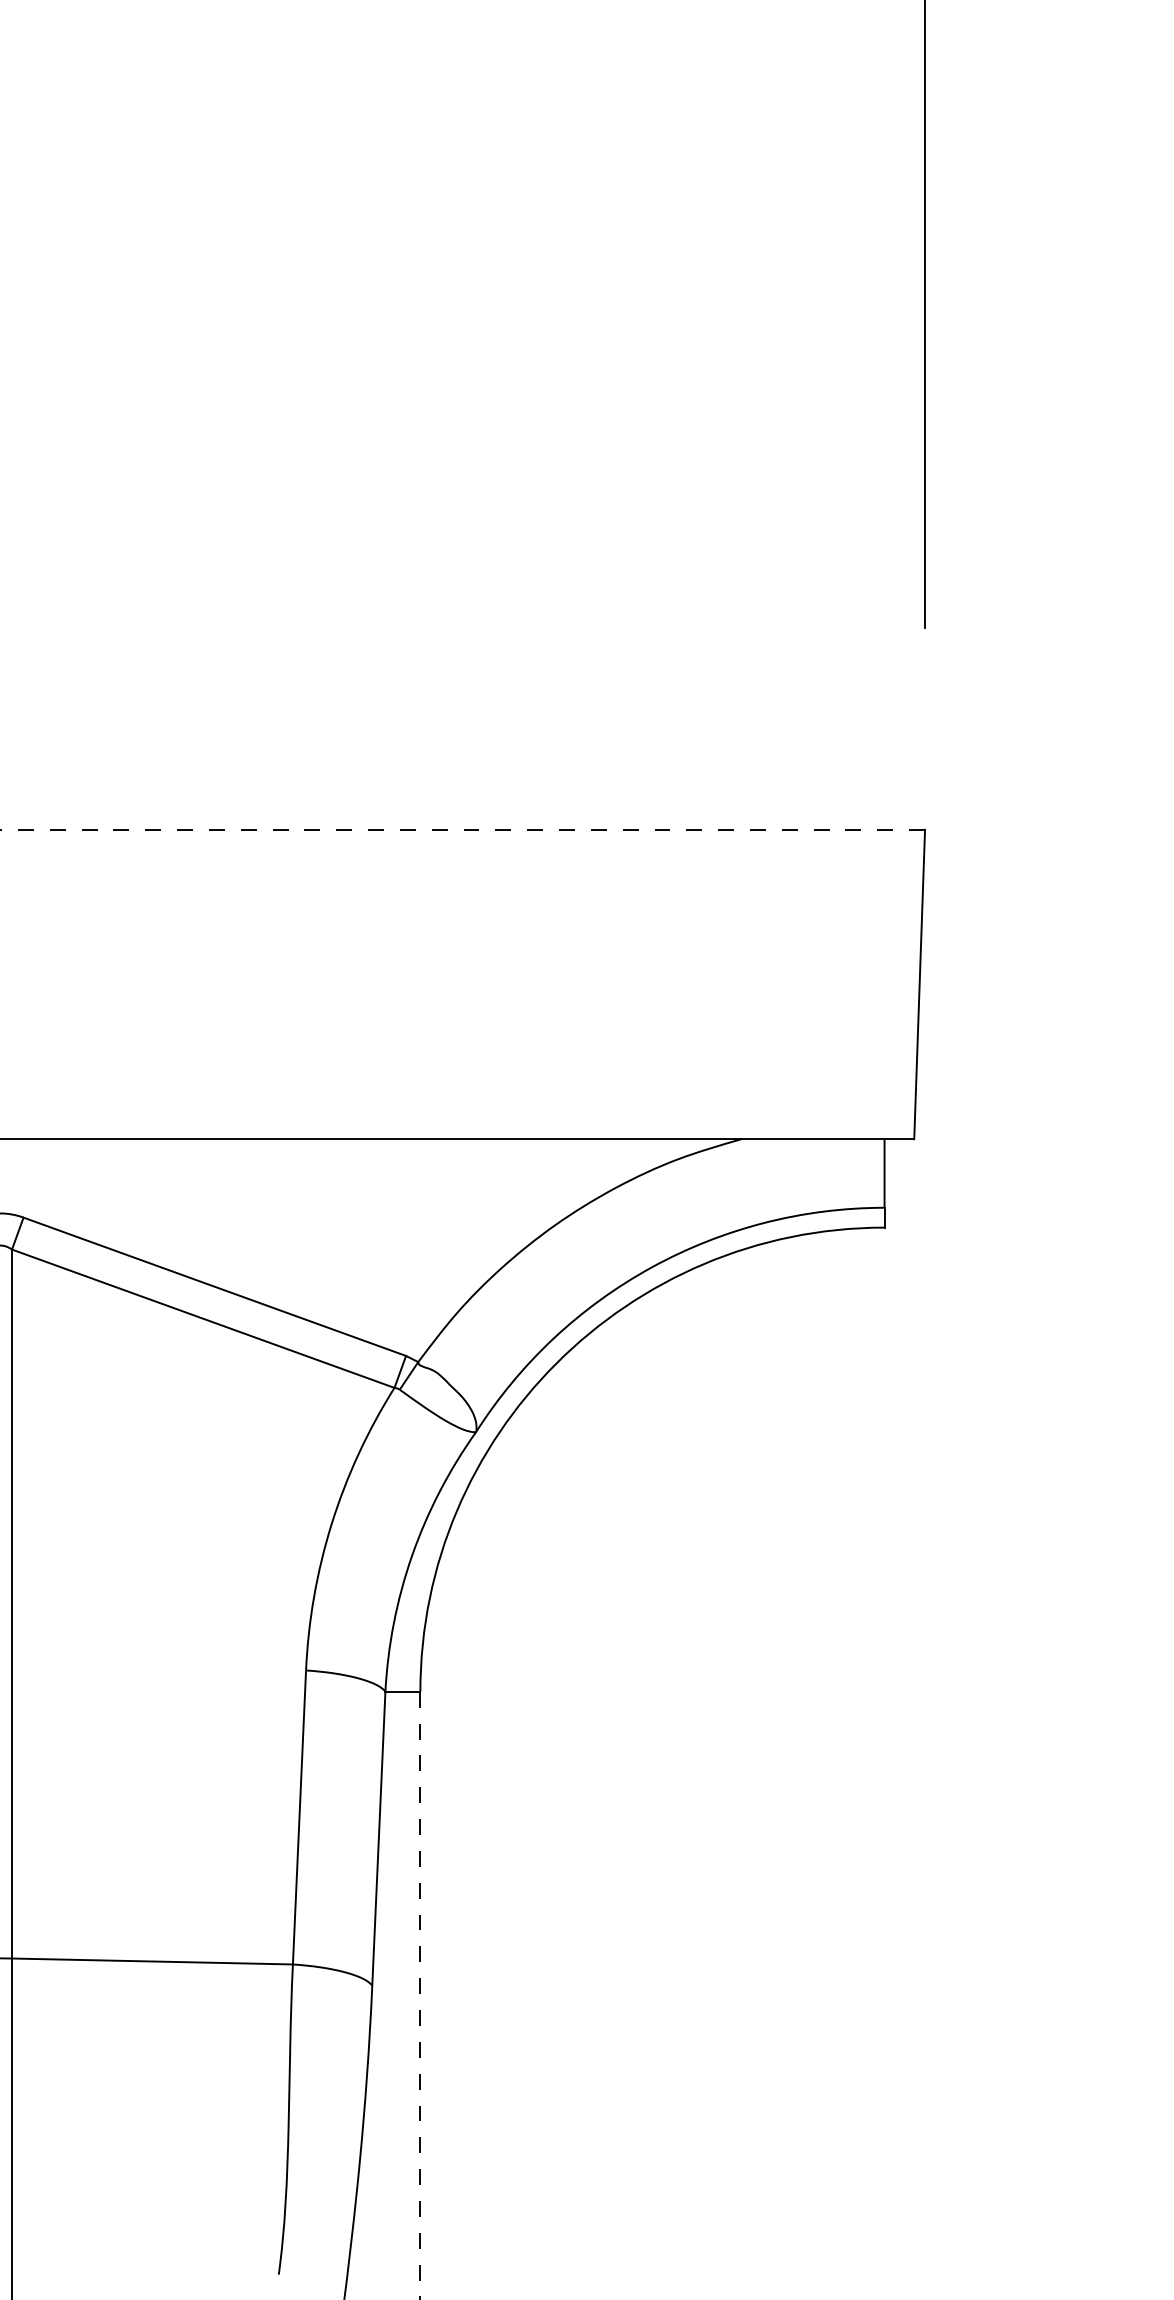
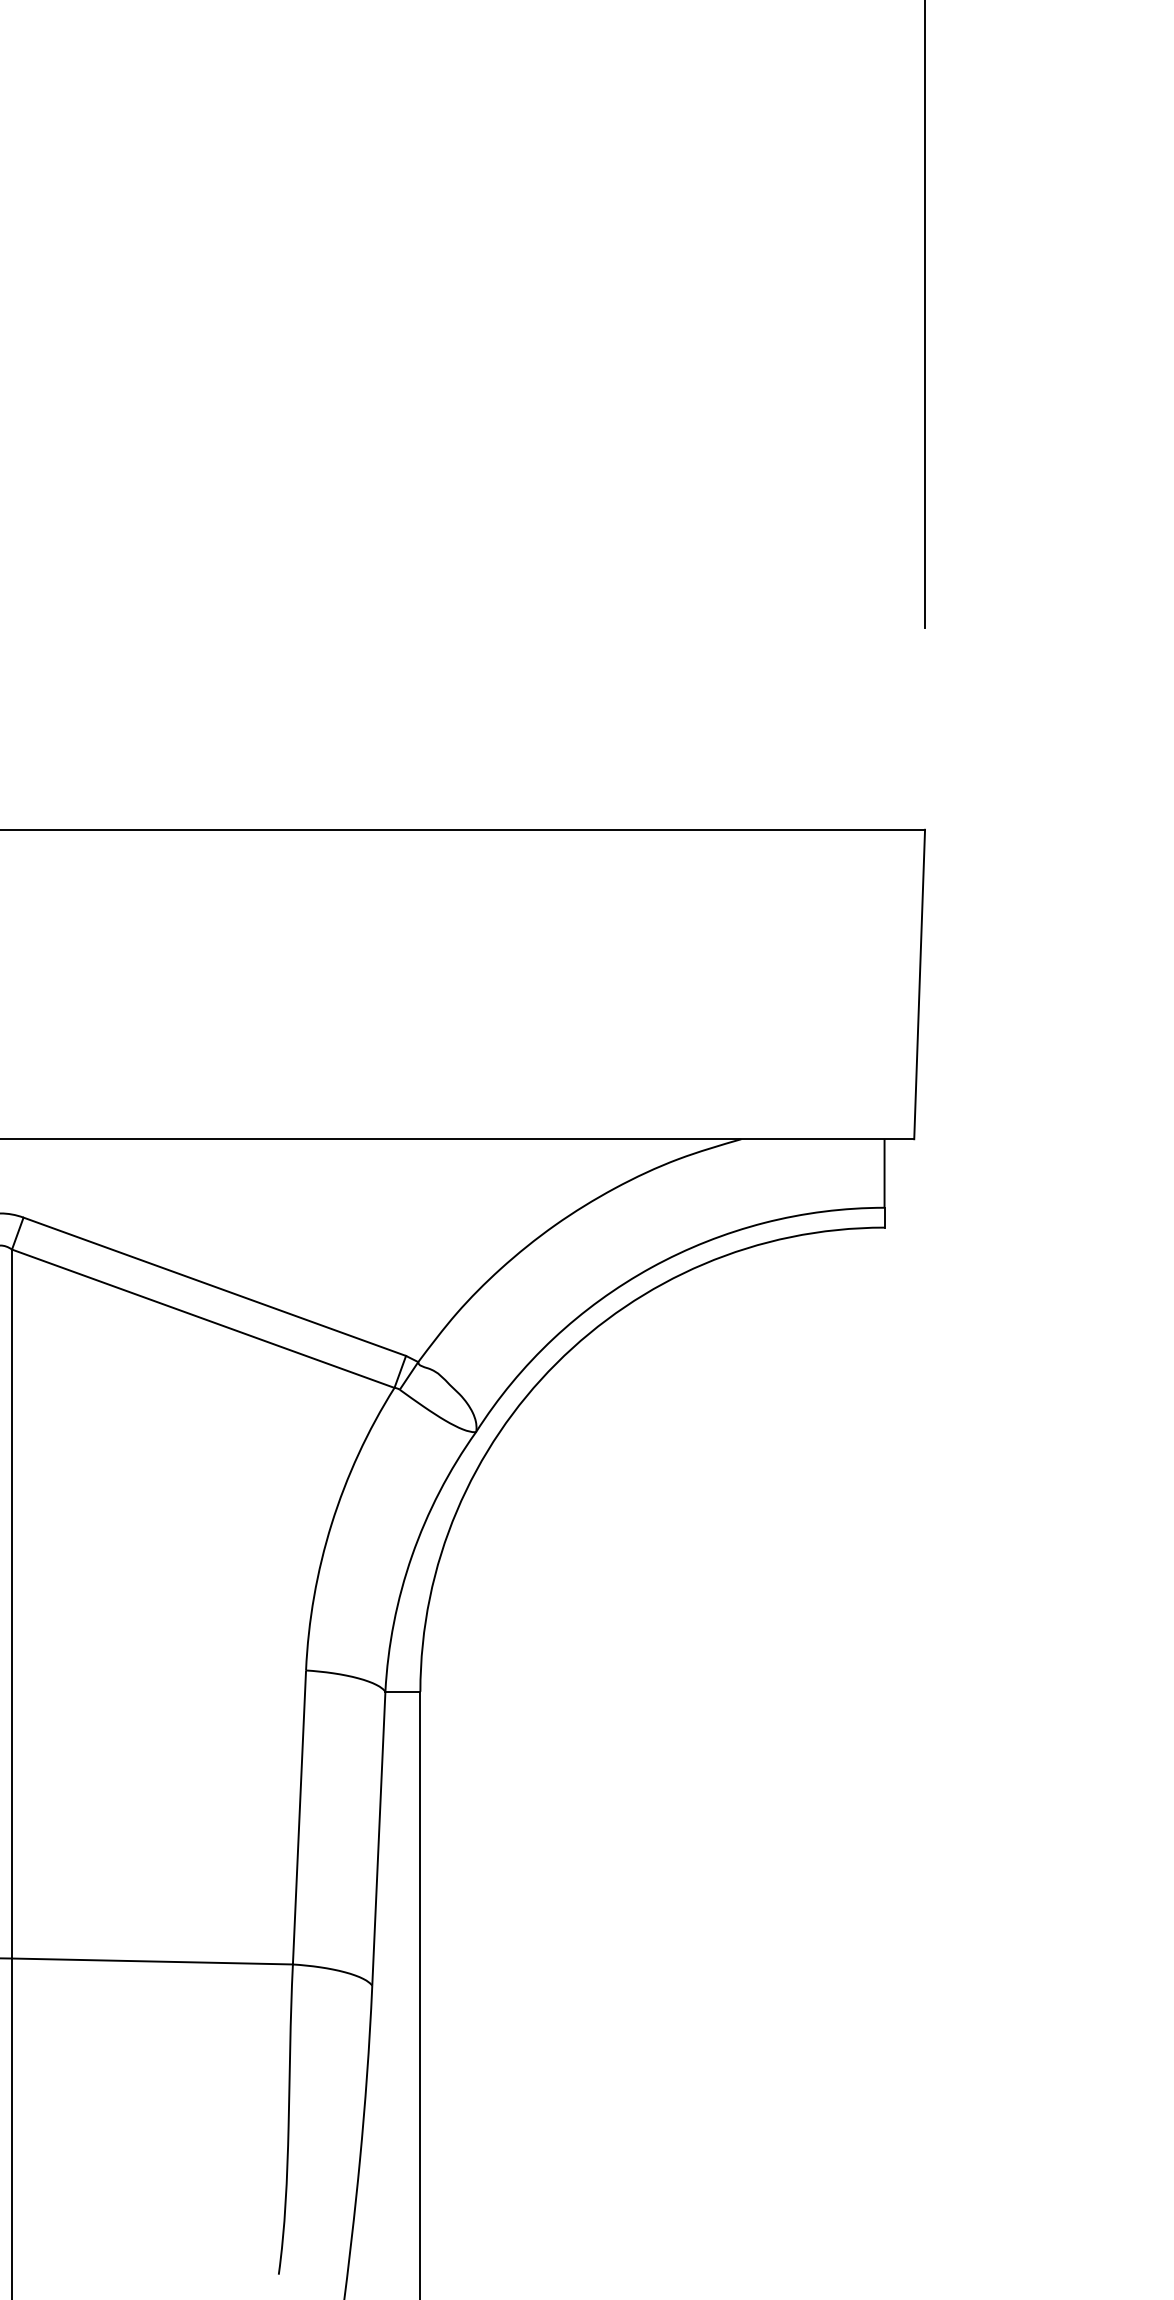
line at (463, 829): dashed -> solid
line at (420, 1995): dashed -> solid
